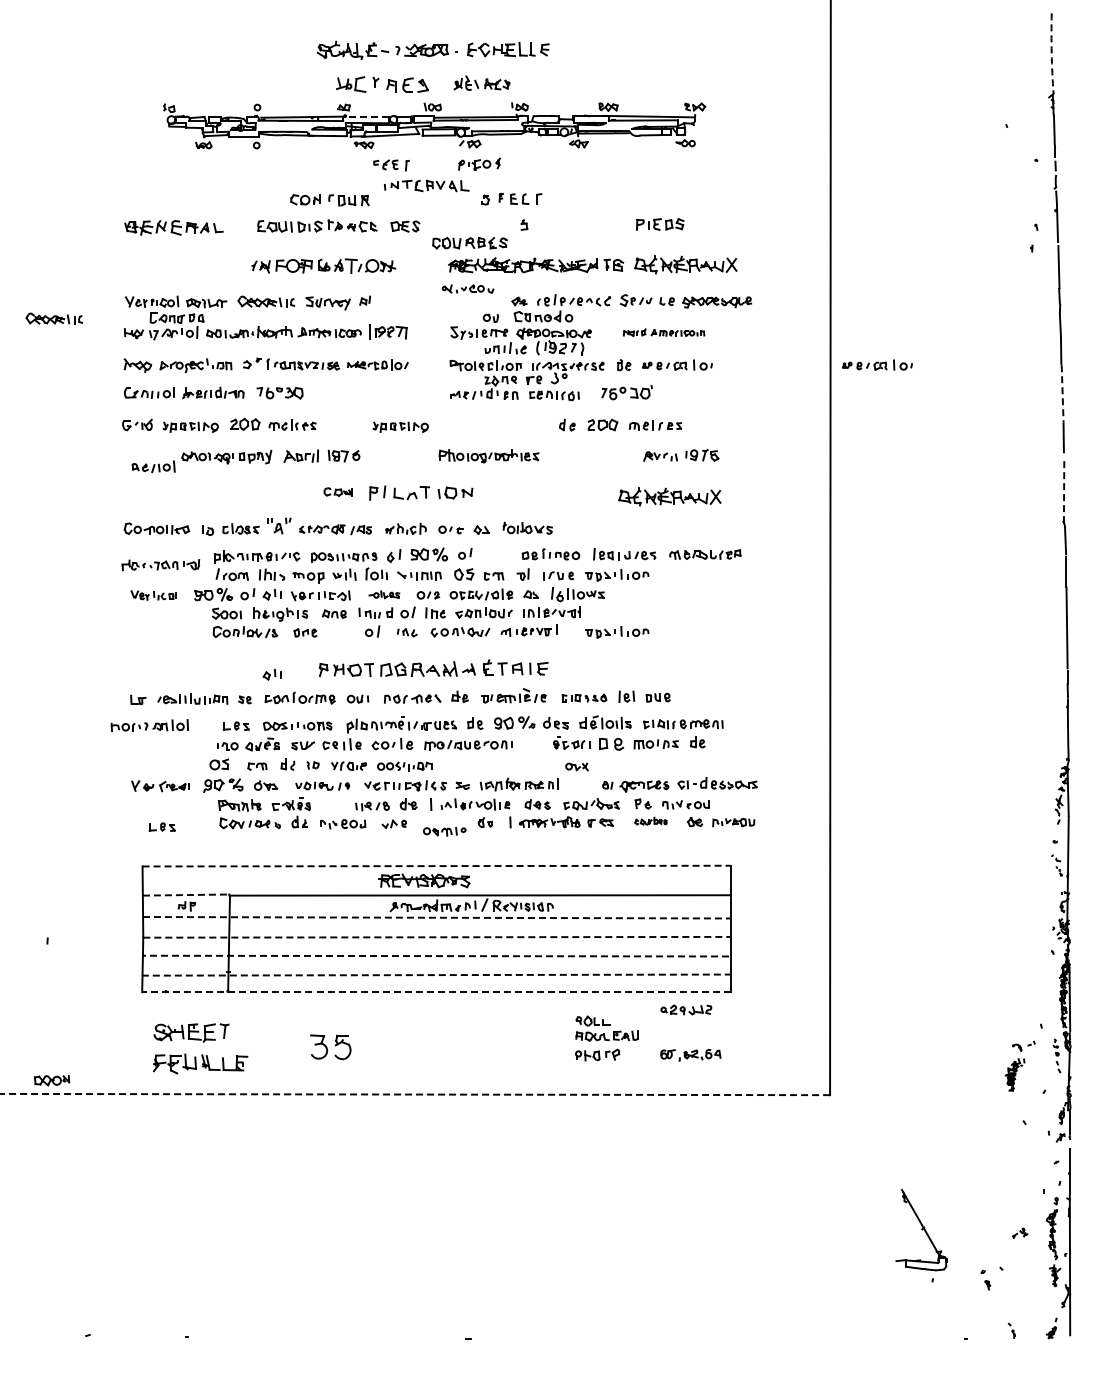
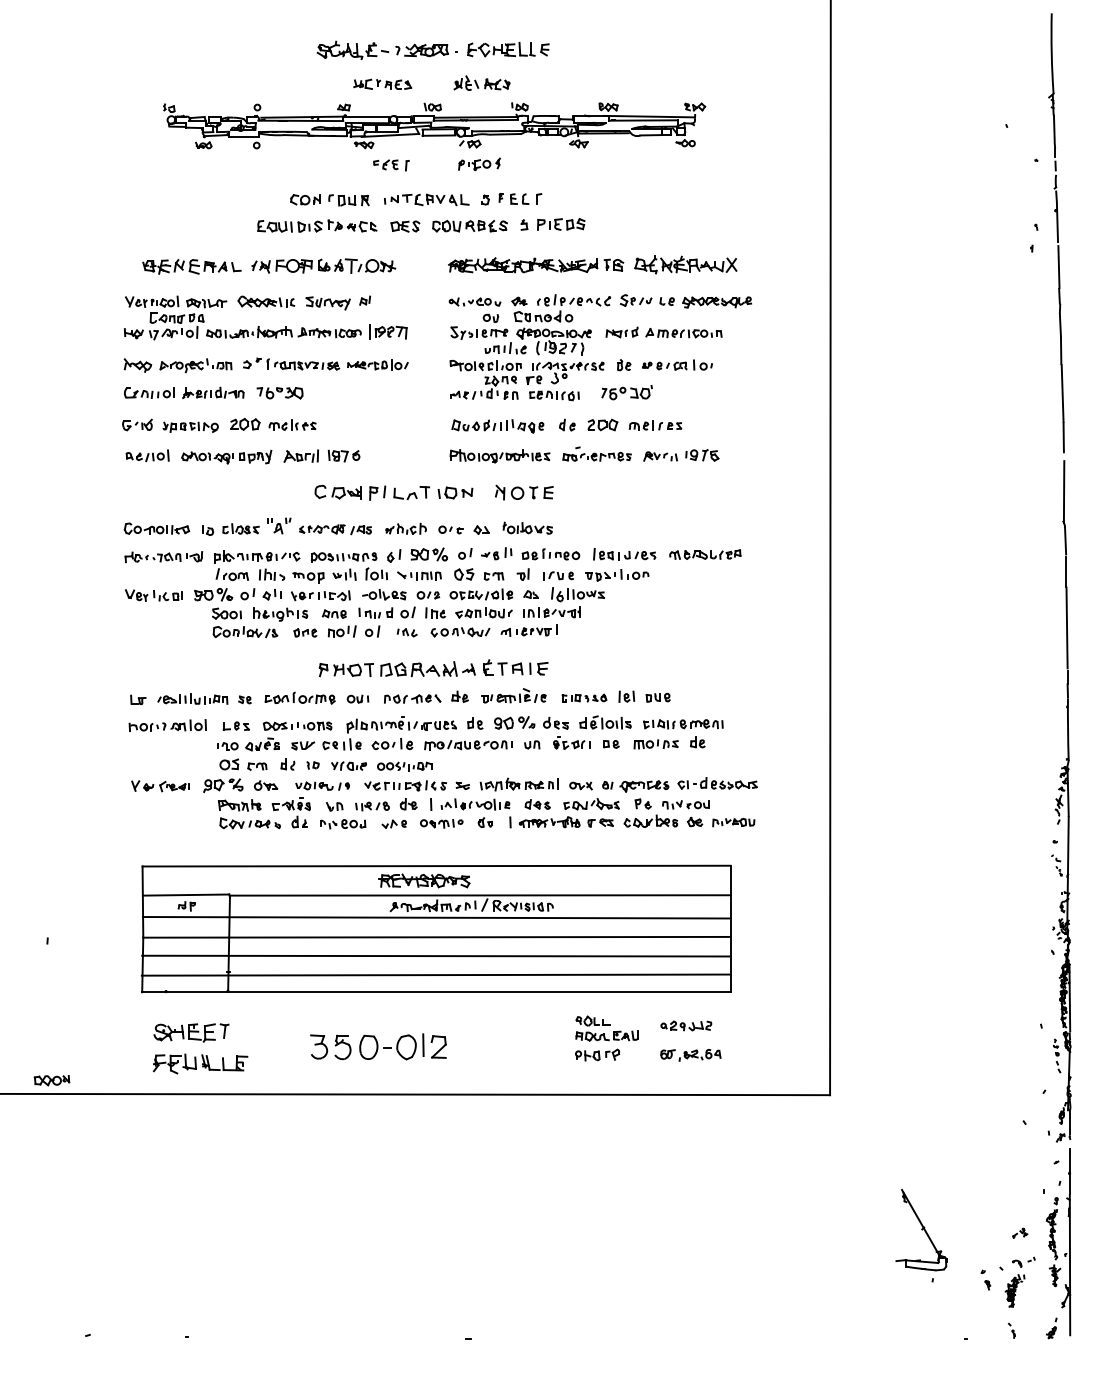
arc at (1051, 53): dashed -> solid
part at (382, 84) size: 93x17 px -> 60x12 px
line at (366, 116): dashed -> solid
part at (426, 185) position: (426, 185) -> (426, 199)
part at (660, 224) position: (660, 224) -> (561, 224)
part at (173, 227) position: (173, 227) -> (191, 266)
part at (469, 243) position: (469, 243) -> (469, 226)
part at (467, 288) position: (467, 288) -> (474, 301)
part at (54, 318): present -> none
part at (663, 332) size: 84x9 px -> 118x13 px
part at (877, 364): present -> none
line at (1062, 394): dashed -> solid
part at (400, 426): present -> none
part at (497, 426): none -> present
part at (596, 453): none -> present
part at (488, 456) position: (488, 456) -> (499, 456)
part at (153, 466) position: (153, 466) -> (147, 455)
part at (337, 491) size: 30x10 px -> 48x16 px
part at (524, 492): none -> present
line at (1064, 492): dashed -> solid
part at (669, 496): present -> none
part at (496, 553): none -> present
part at (160, 565) position: (160, 565) -> (163, 557)
part at (384, 594) size: 33x10 px -> 45x12 px
part at (153, 595) size: 47x11 px -> 58x13 px
part at (341, 631): none -> present
part at (617, 632): present -> none
part at (271, 674): present -> none
part at (149, 725) position: (149, 725) -> (167, 725)
part at (611, 743) size: 26x14 px -> 17x9 px
part at (532, 744): none -> present
part at (219, 764) position: (219, 764) -> (229, 764)
part at (576, 766) position: (576, 766) -> (580, 785)
part at (334, 806): none -> present
part at (650, 820) size: 34x10 px -> 56x14 px
part at (161, 826): present -> none
part at (444, 831) position: (444, 831) -> (441, 823)
line at (436, 866): dashed -> solid
line at (186, 895): dashed -> solid
line at (436, 917): dashed -> solid
line at (436, 937): dashed -> solid
line at (435, 956): dashed -> solid
line at (436, 975): dashed -> solid
line at (435, 992): dashed -> solid
part at (686, 1009) position: (686, 1009) -> (686, 1025)
part at (402, 1046): none -> present
part at (1019, 1065) position: (1019, 1065) -> (1019, 1281)
line at (415, 1094): dashed -> solid
